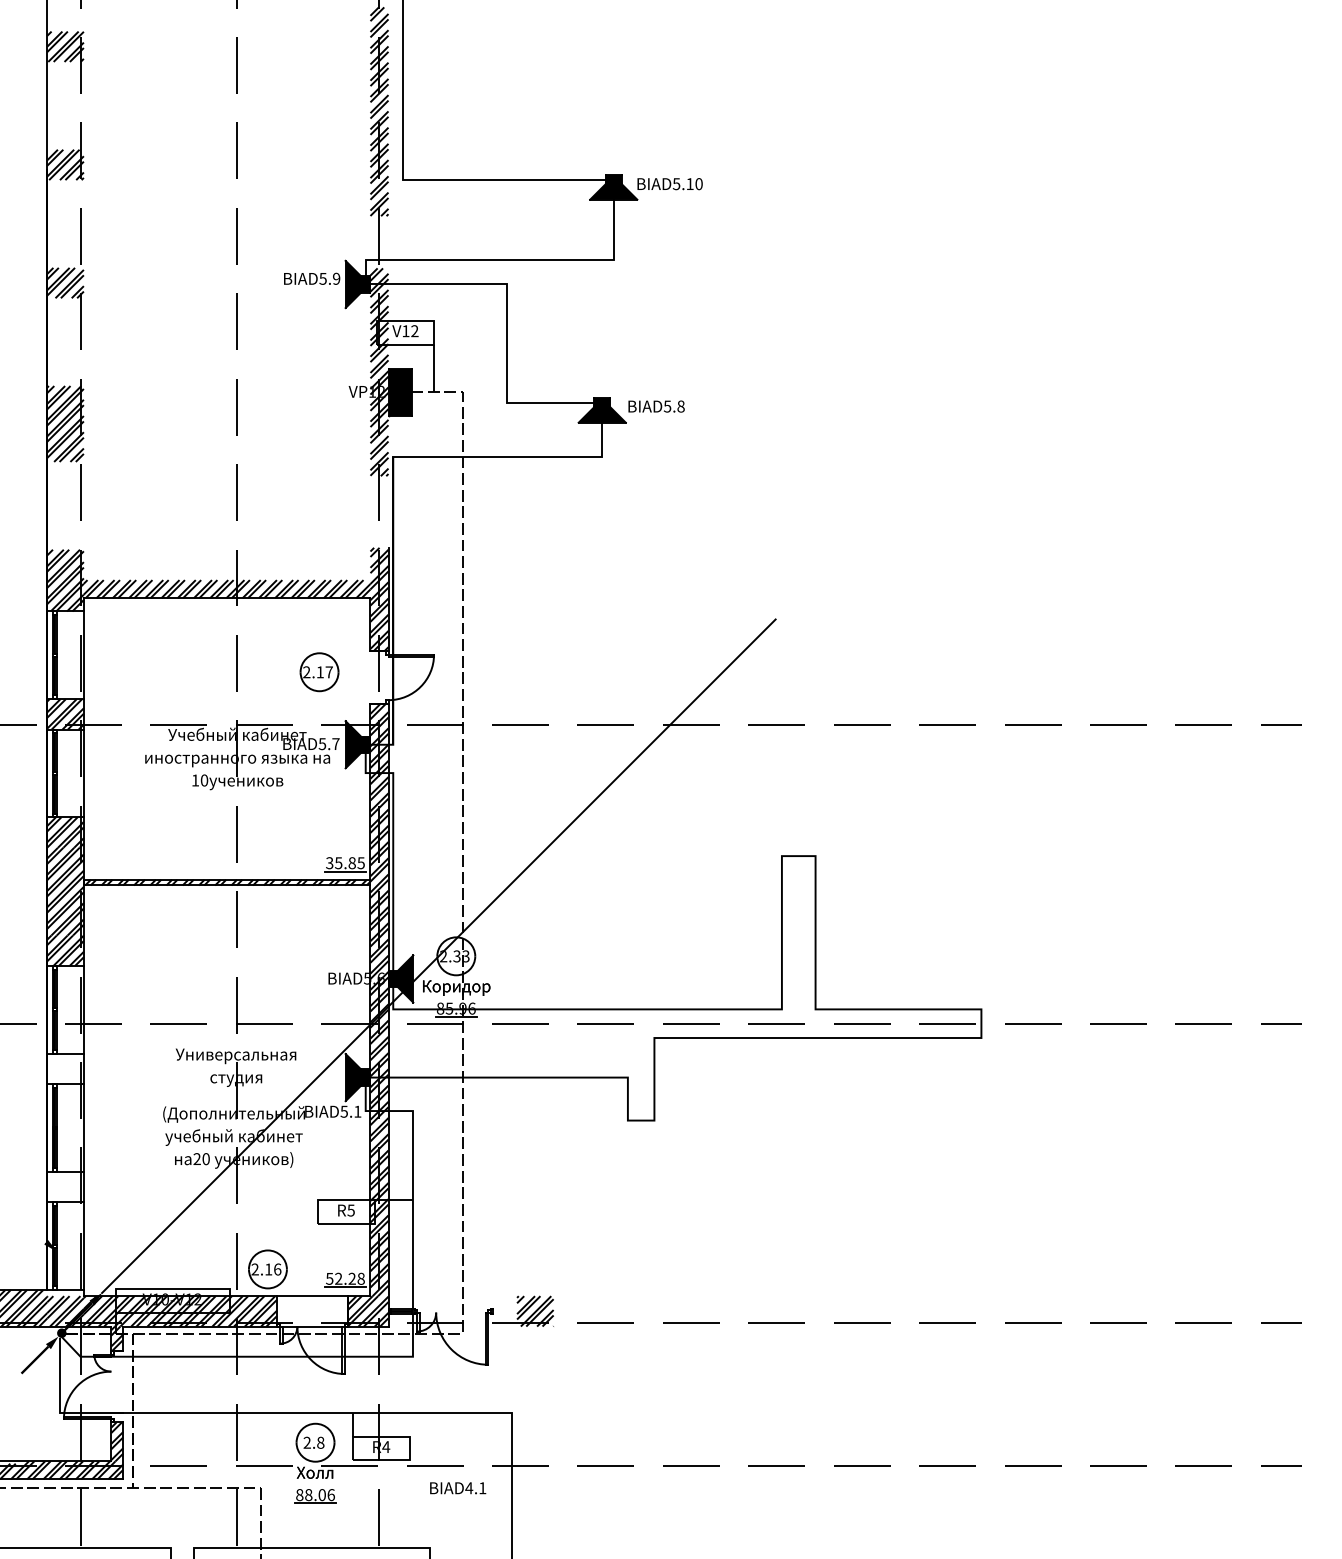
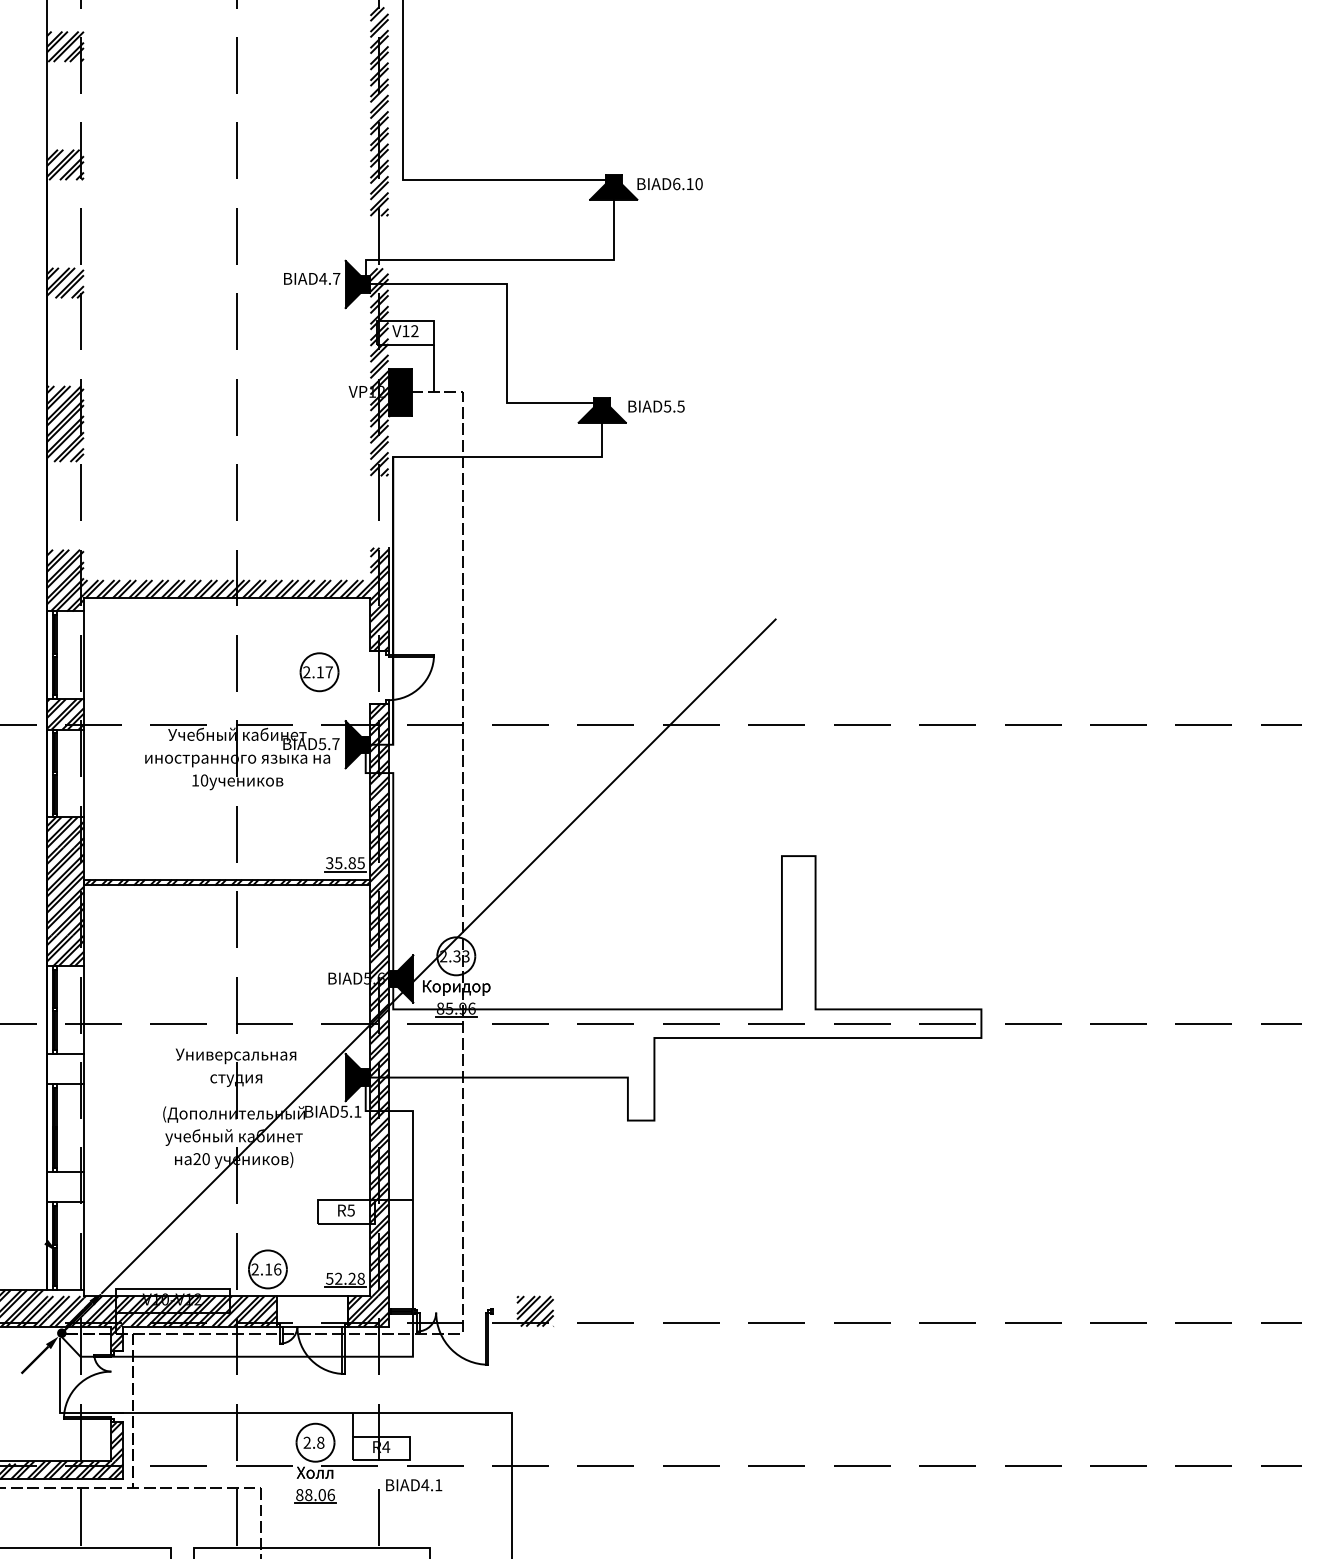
text at (676, 184): BIAD5.10 -> BIAD6.10
text at (329, 278): BIAD5.9 -> BIAD4.7
text at (680, 406): BIAD5.8 -> BIAD5.5
text at (458, 1488) position: (458, 1488) -> (414, 1485)
